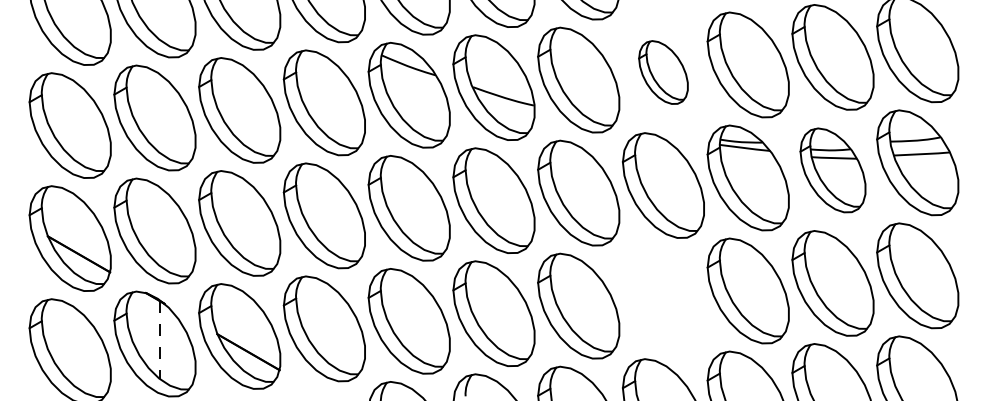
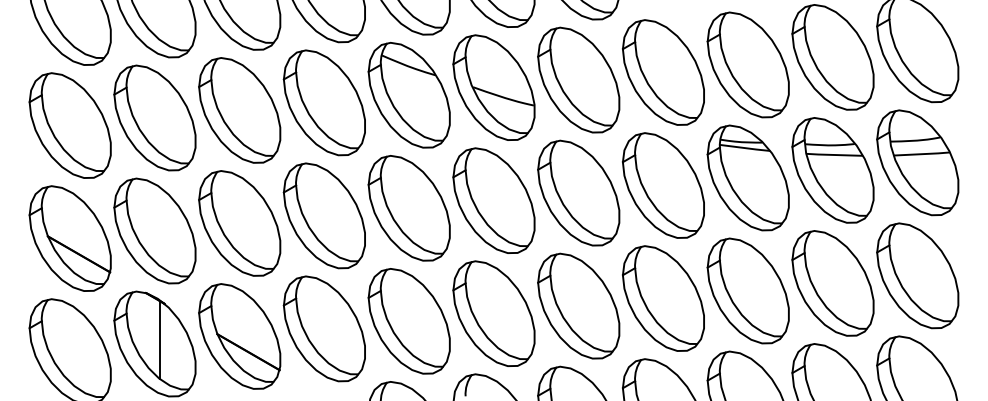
part at (663, 72) size: 51x65 px -> 83x107 px
part at (832, 170) size: 68x87 px -> 84x107 px
part at (663, 298): none -> present
line at (159, 340): dashed -> solid
